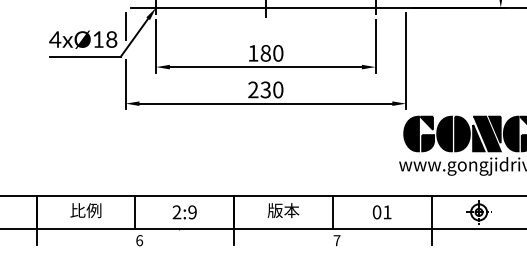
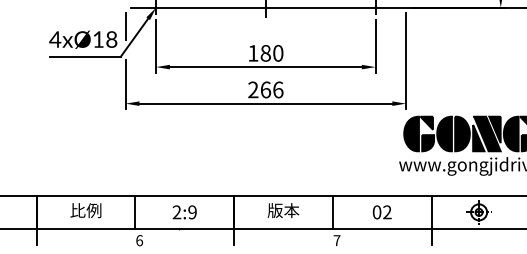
text at (271, 89): 230 -> 266
text at (387, 212): 01 -> 02
